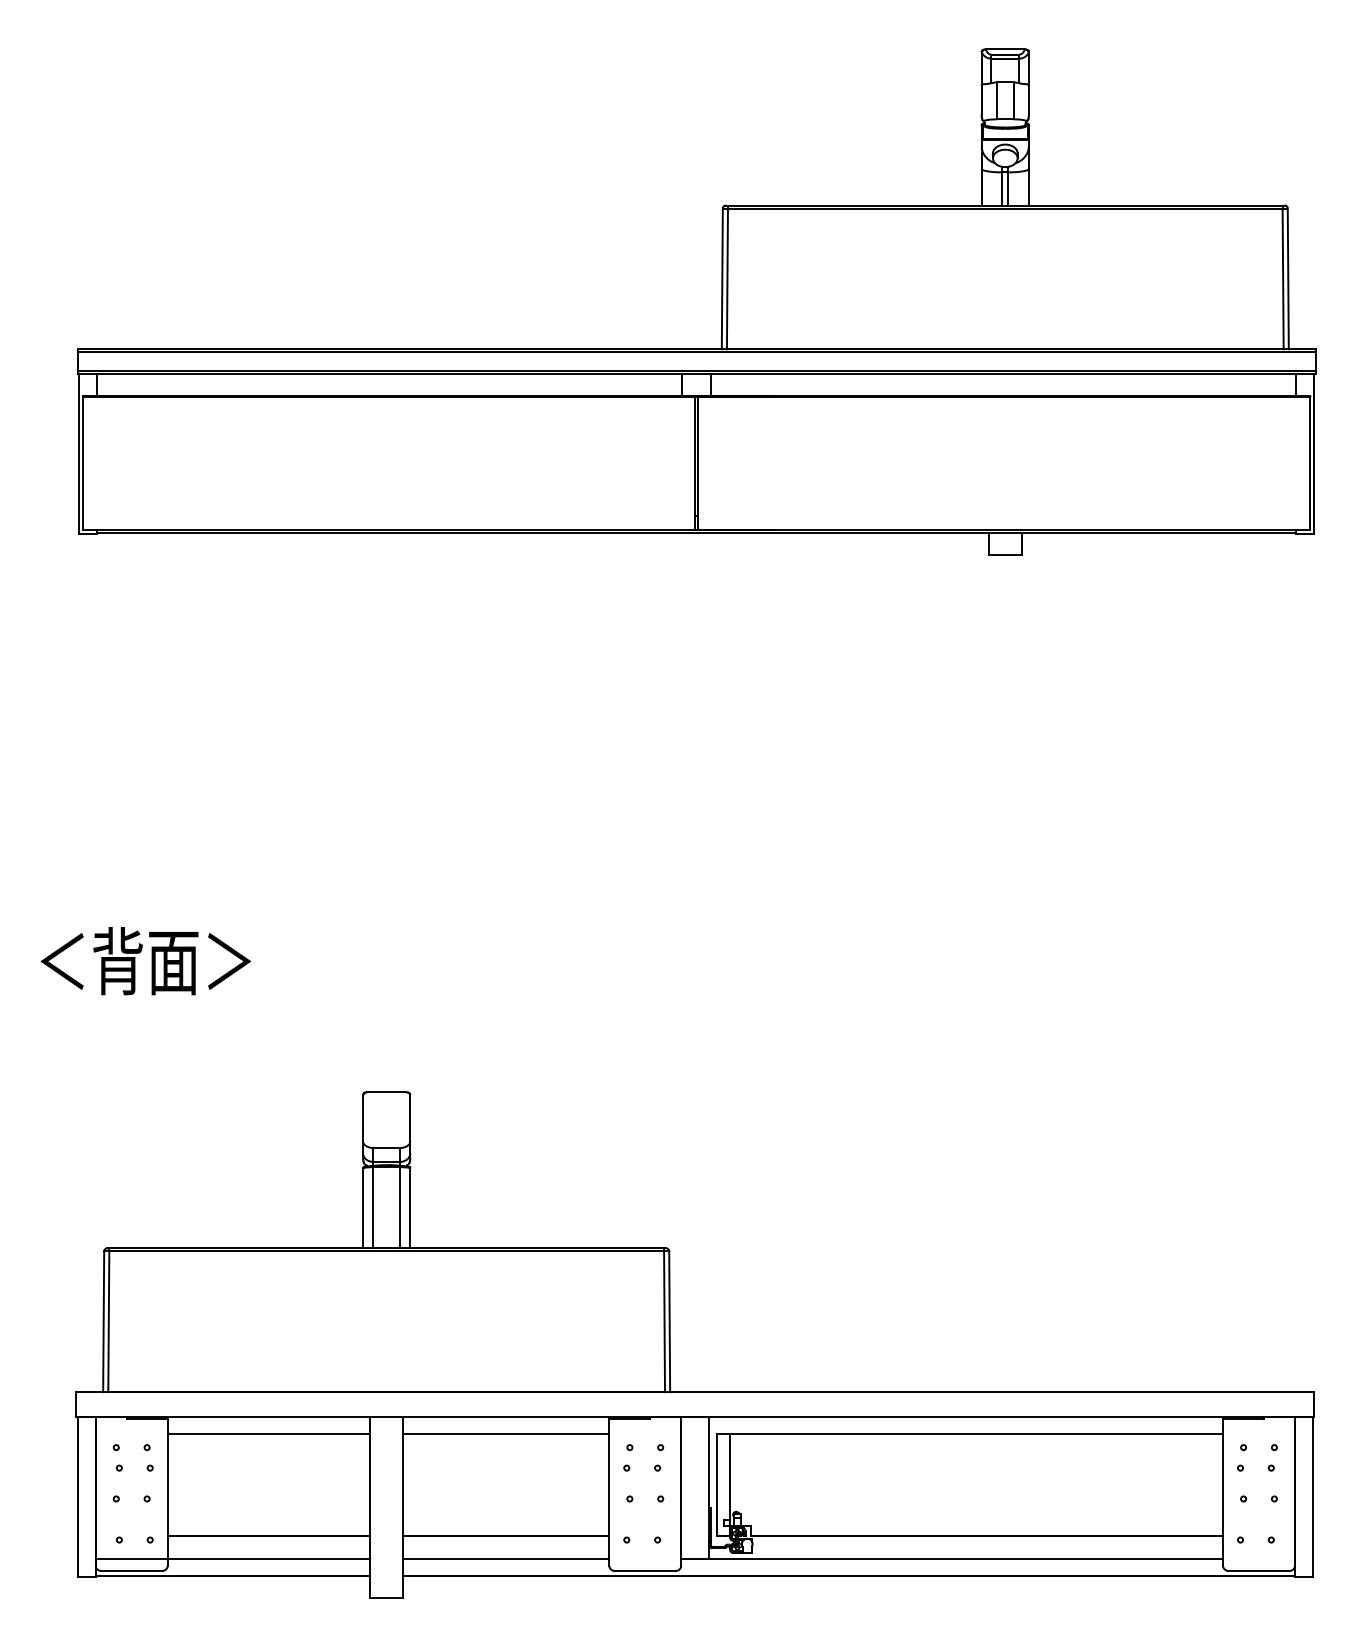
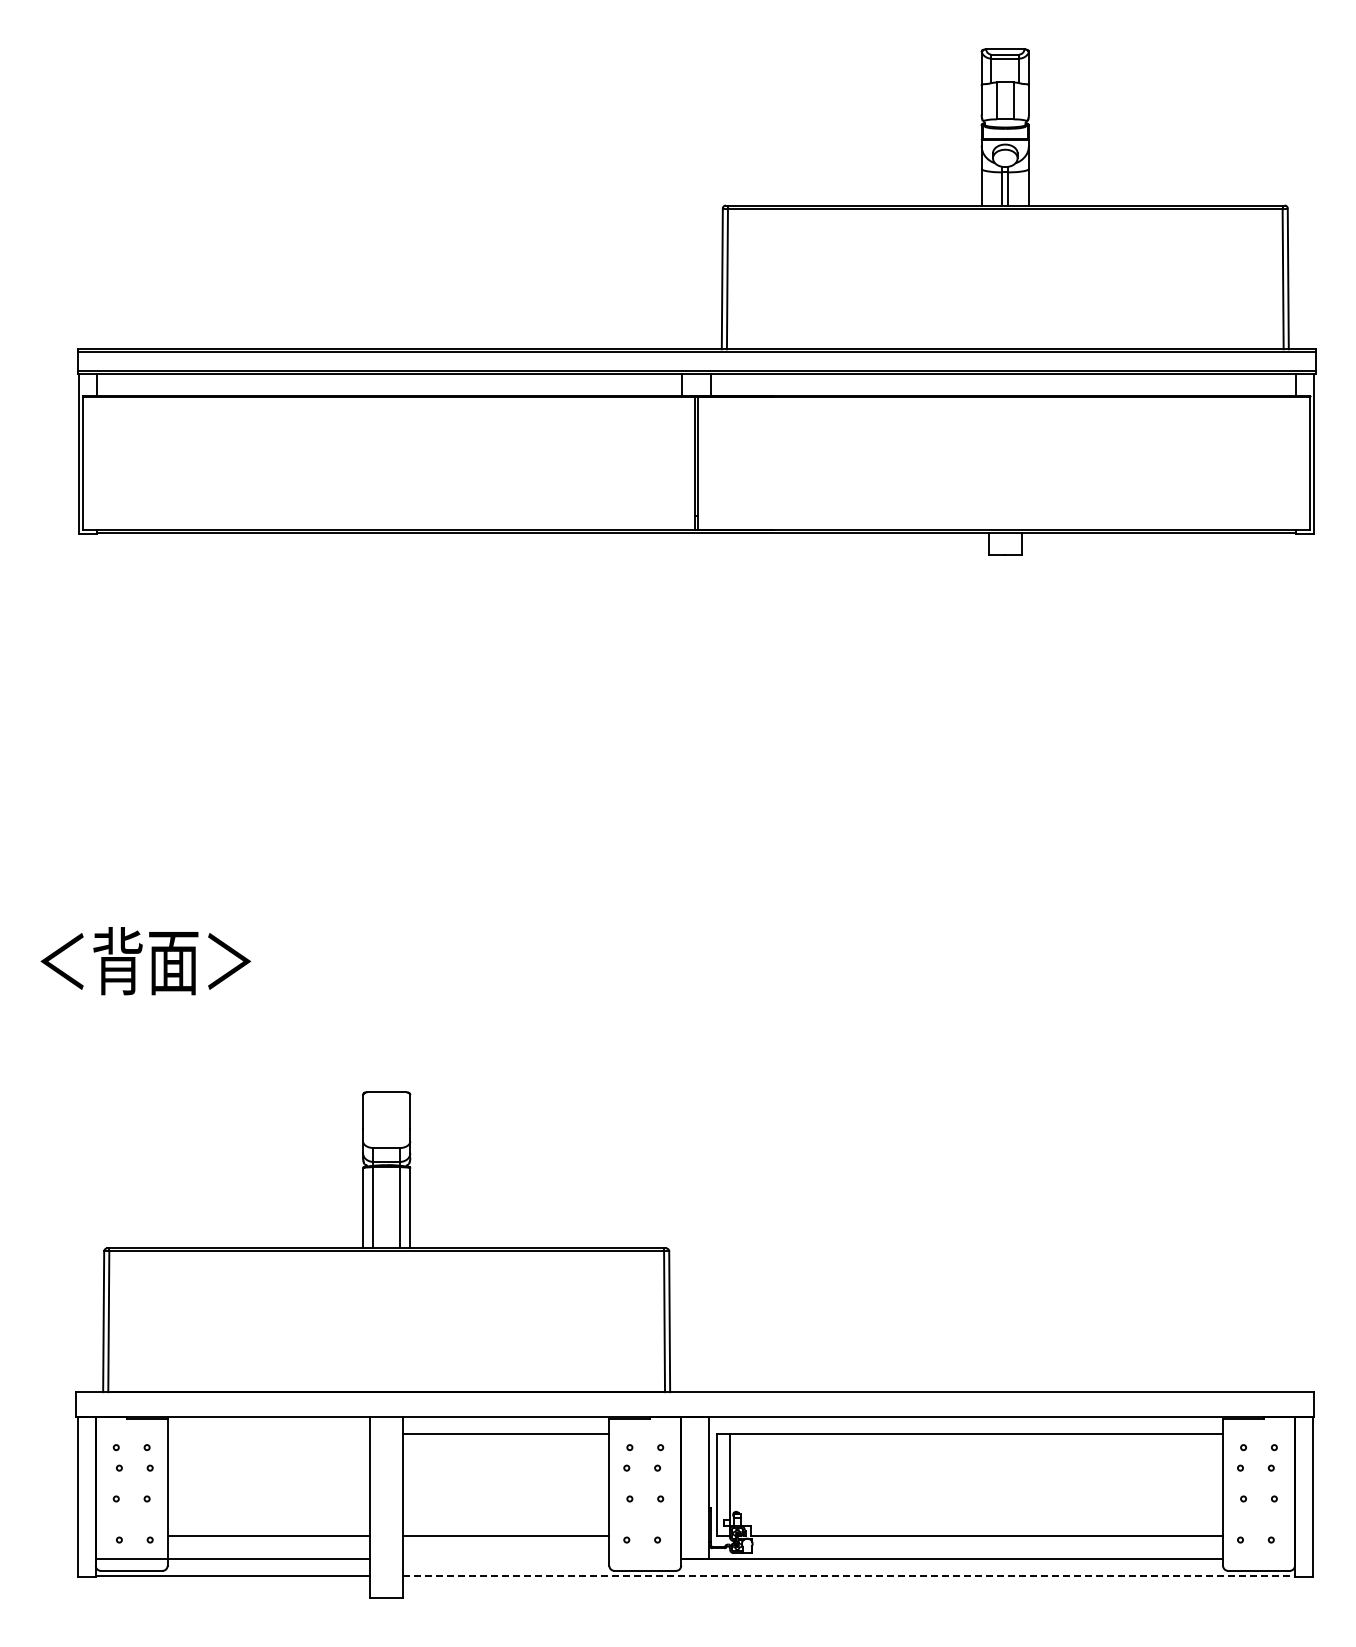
line at (268, 1433): present -> none
line at (506, 1558): present -> none
line at (849, 1576): solid -> dashed
